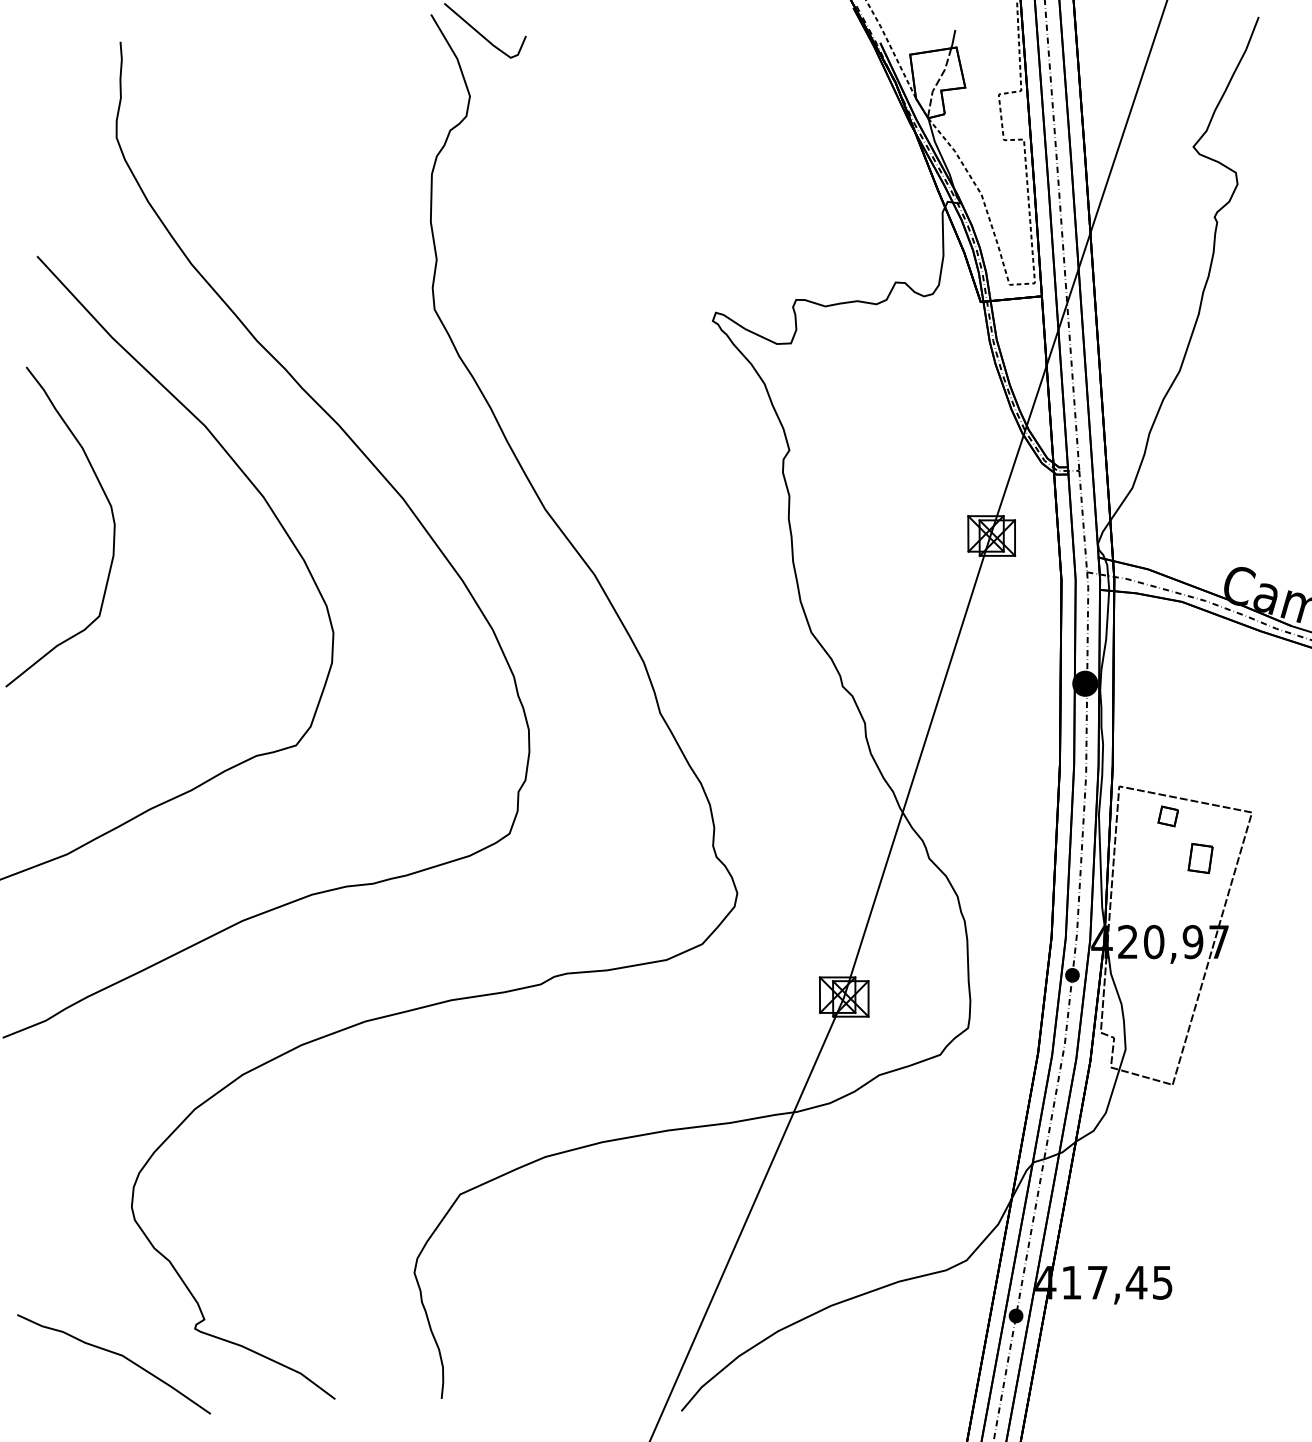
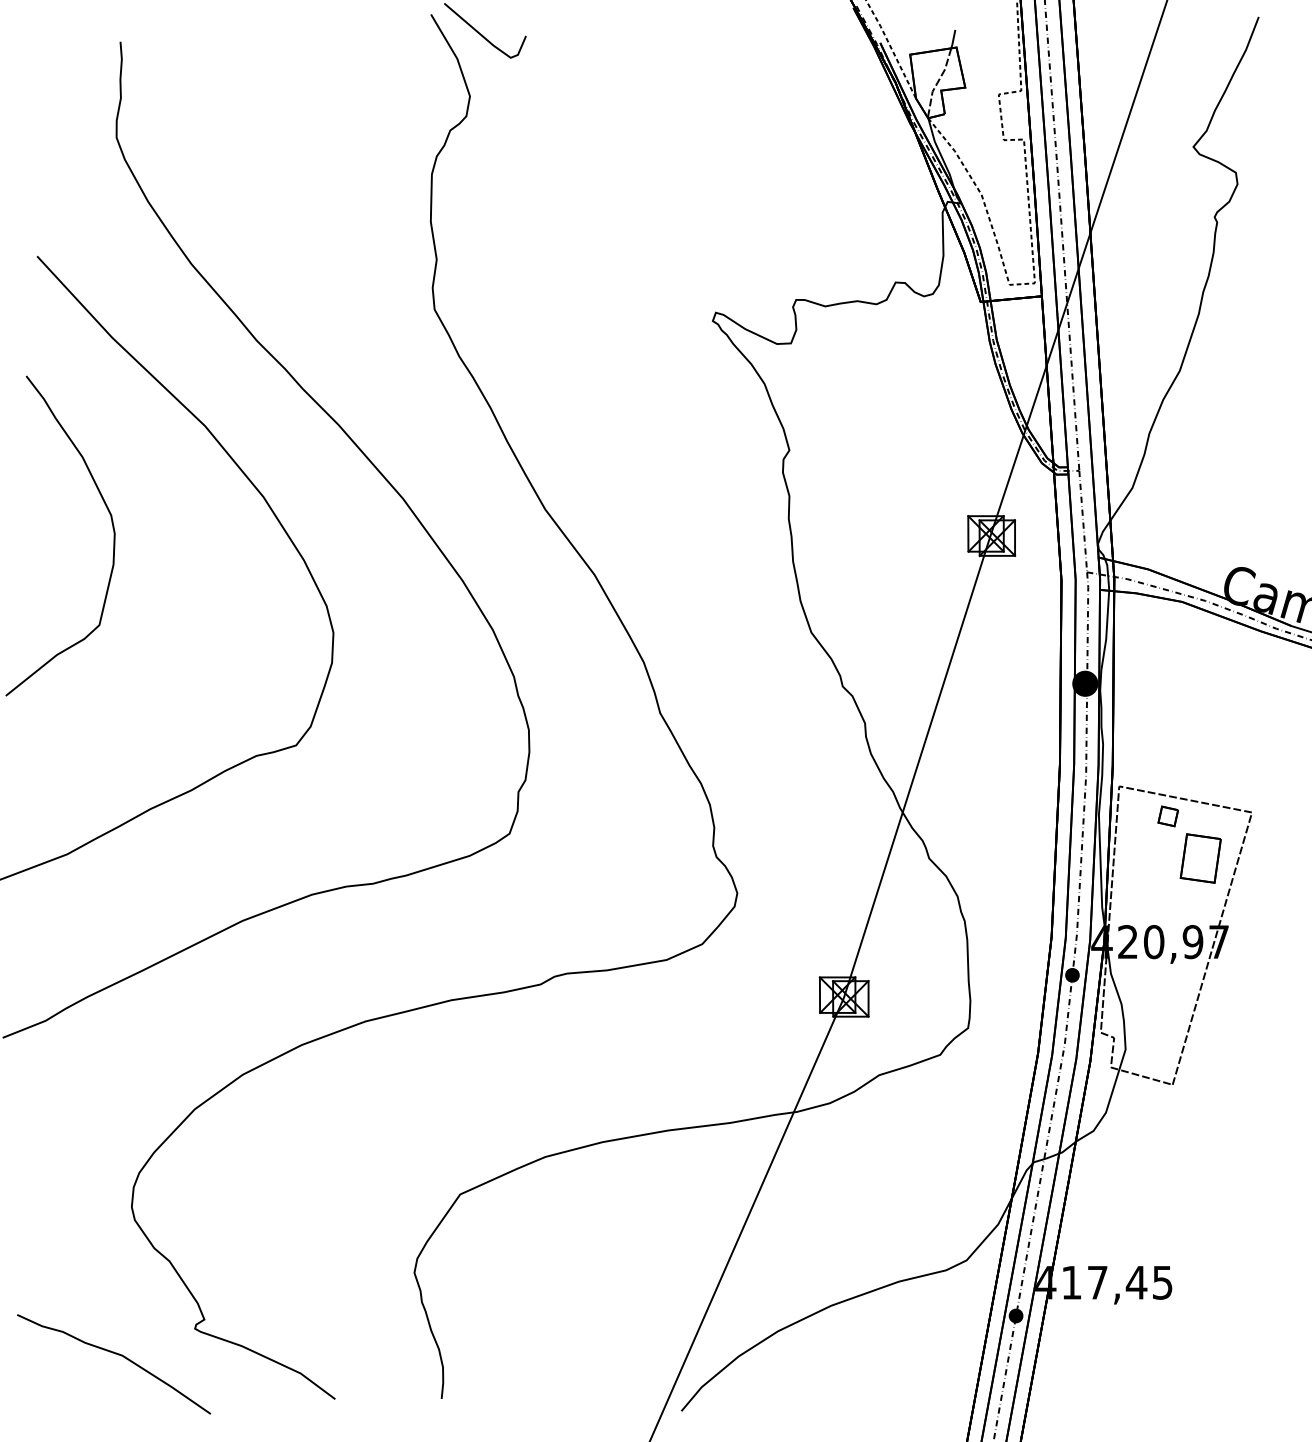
curve at (111, 514) position: (111, 514) -> (111, 523)
part at (1200, 858) size: 27x32 px -> 43x51 px
